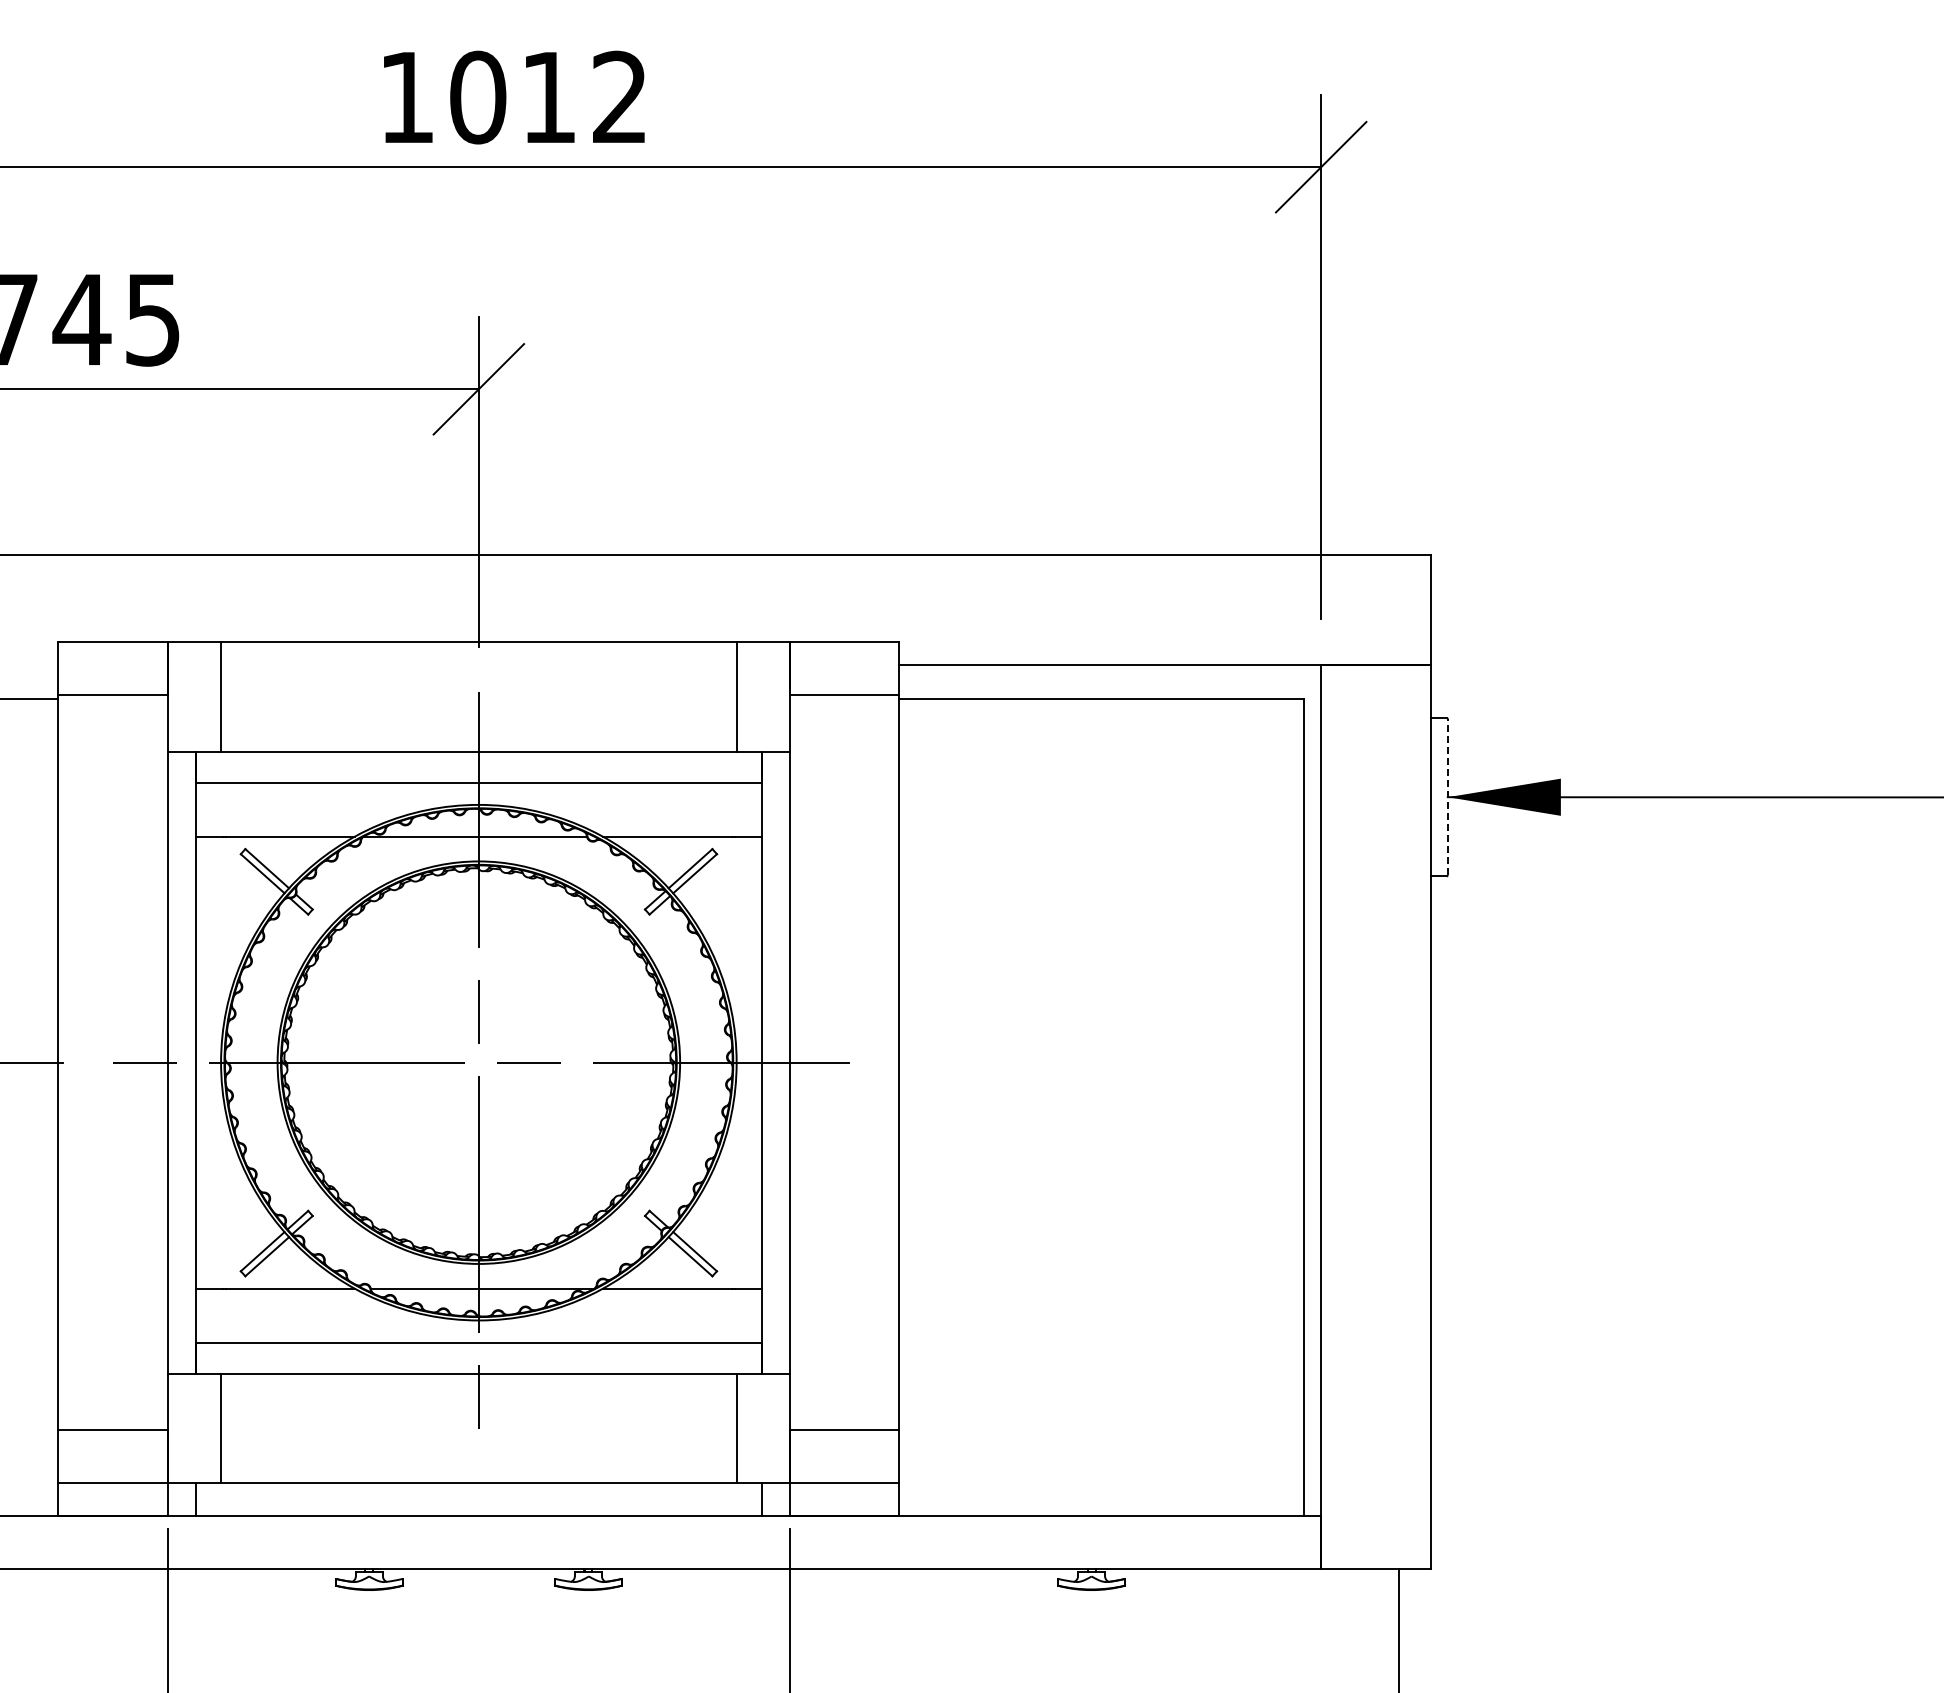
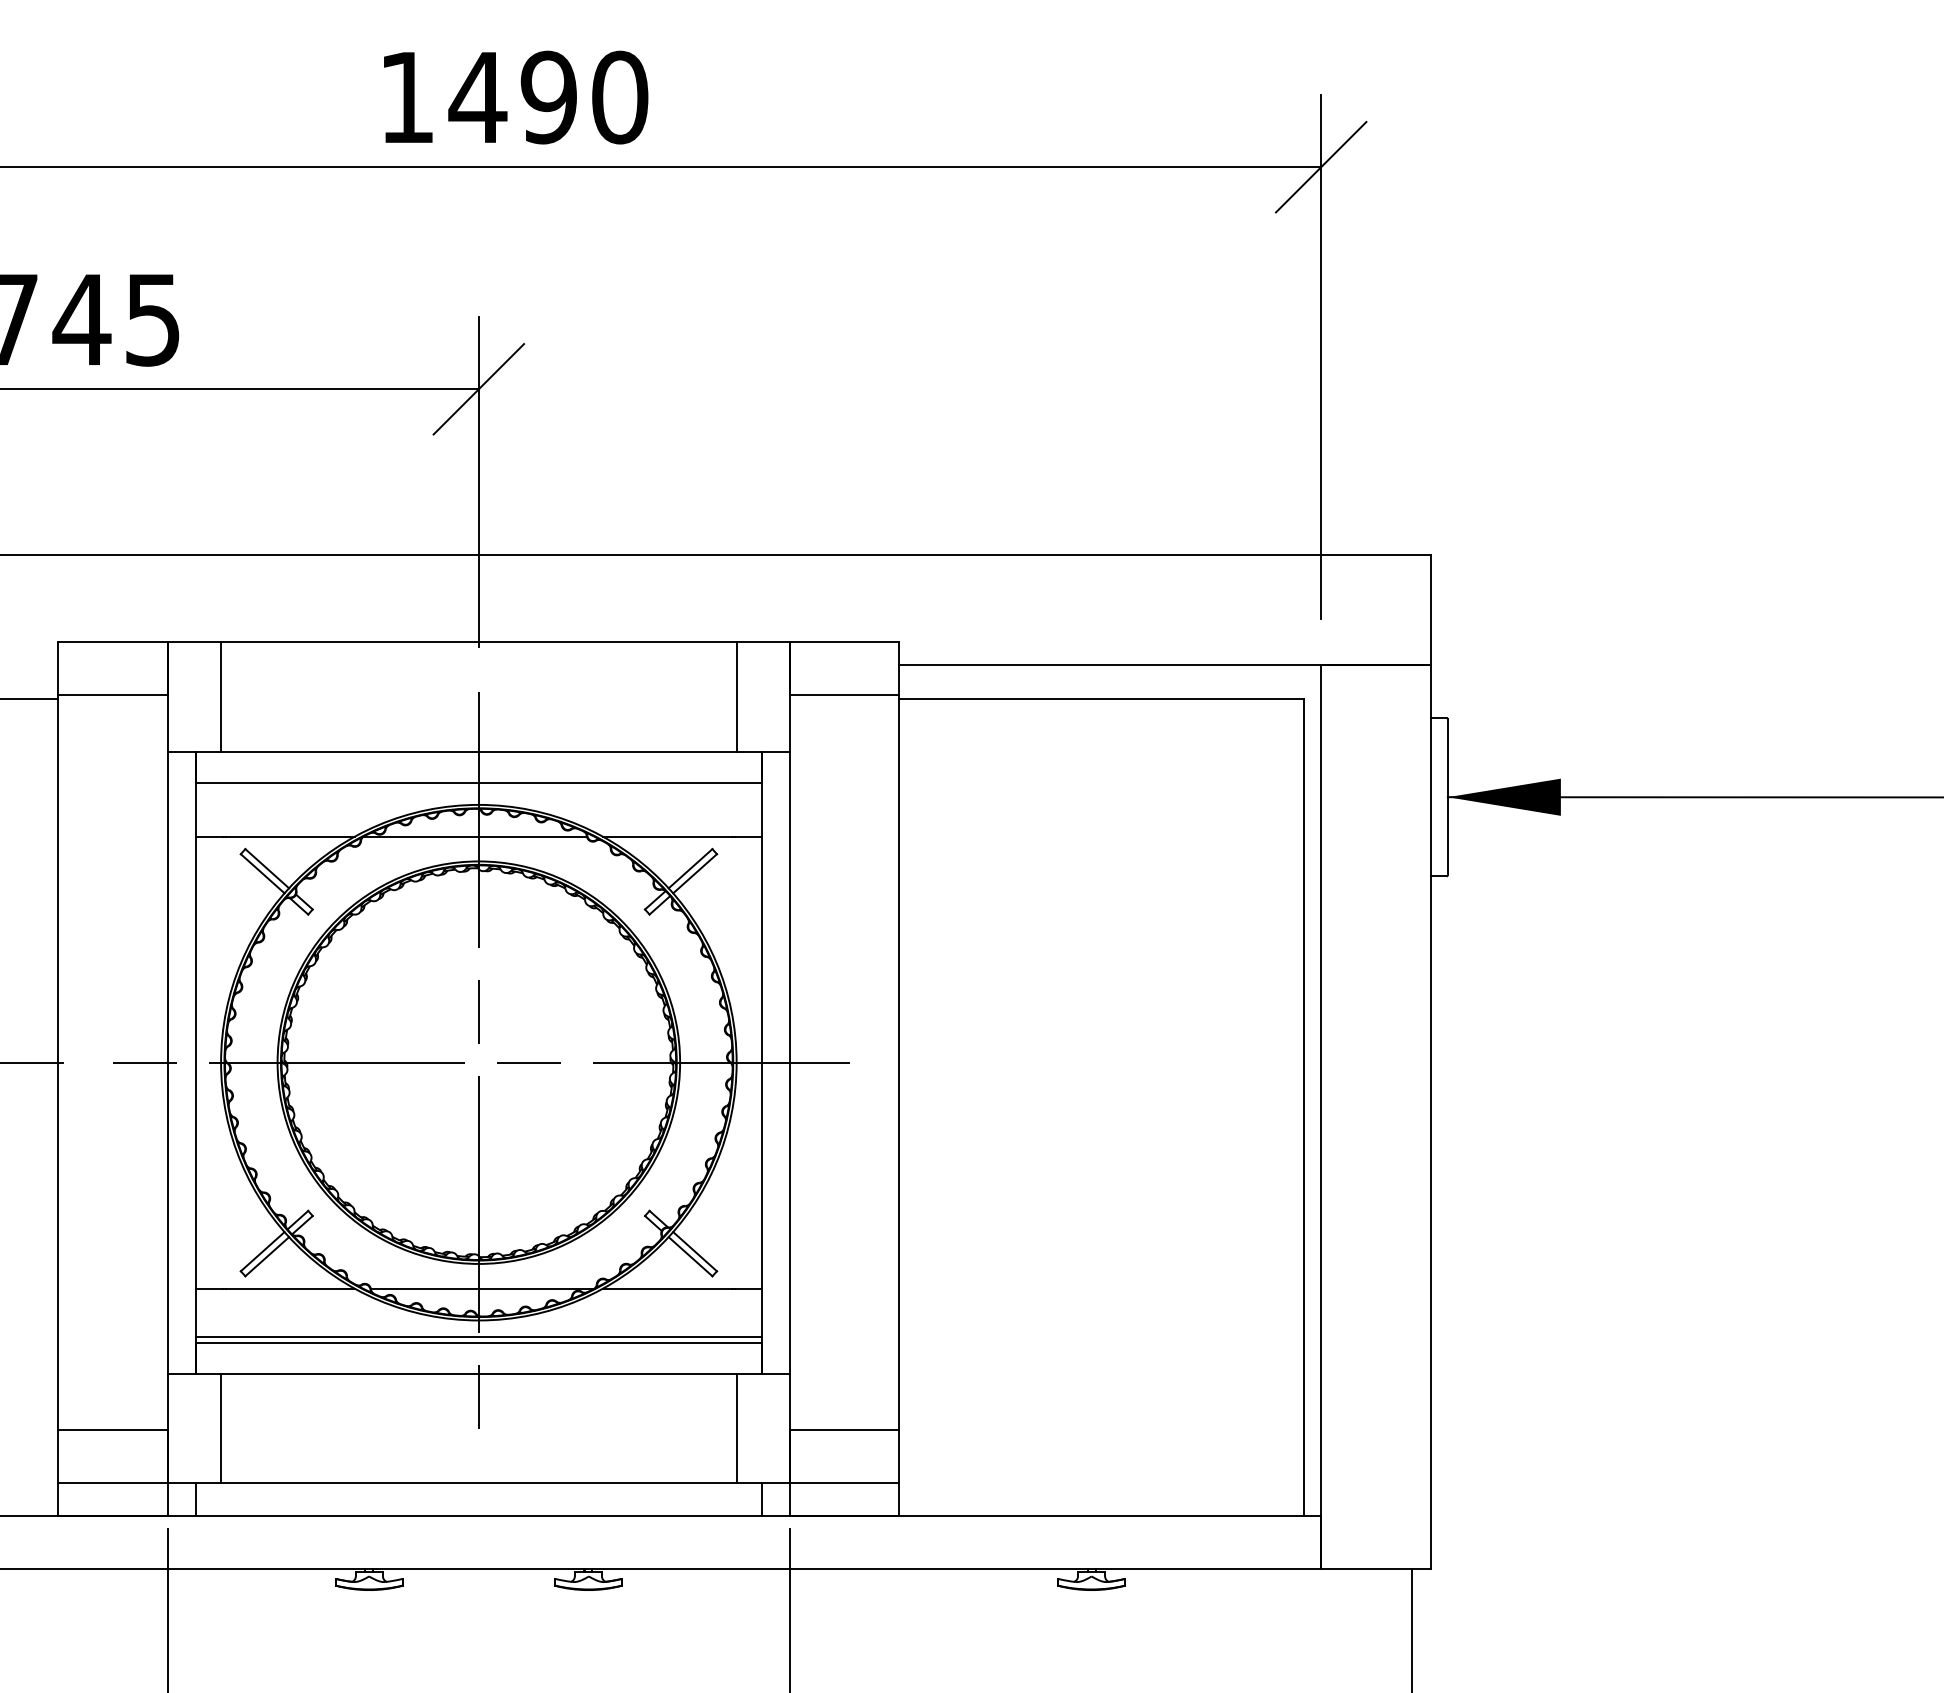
text at (548, 97): 1012 -> 1490
line at (1447, 796): dashed -> solid
line at (478, 1337): none -> present
line at (1398, 1629) position: (1398, 1629) -> (1411, 1629)
